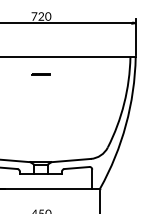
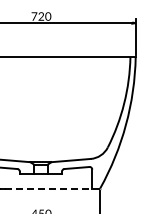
line at (40, 74): present -> none
line at (50, 188): solid -> dashed
